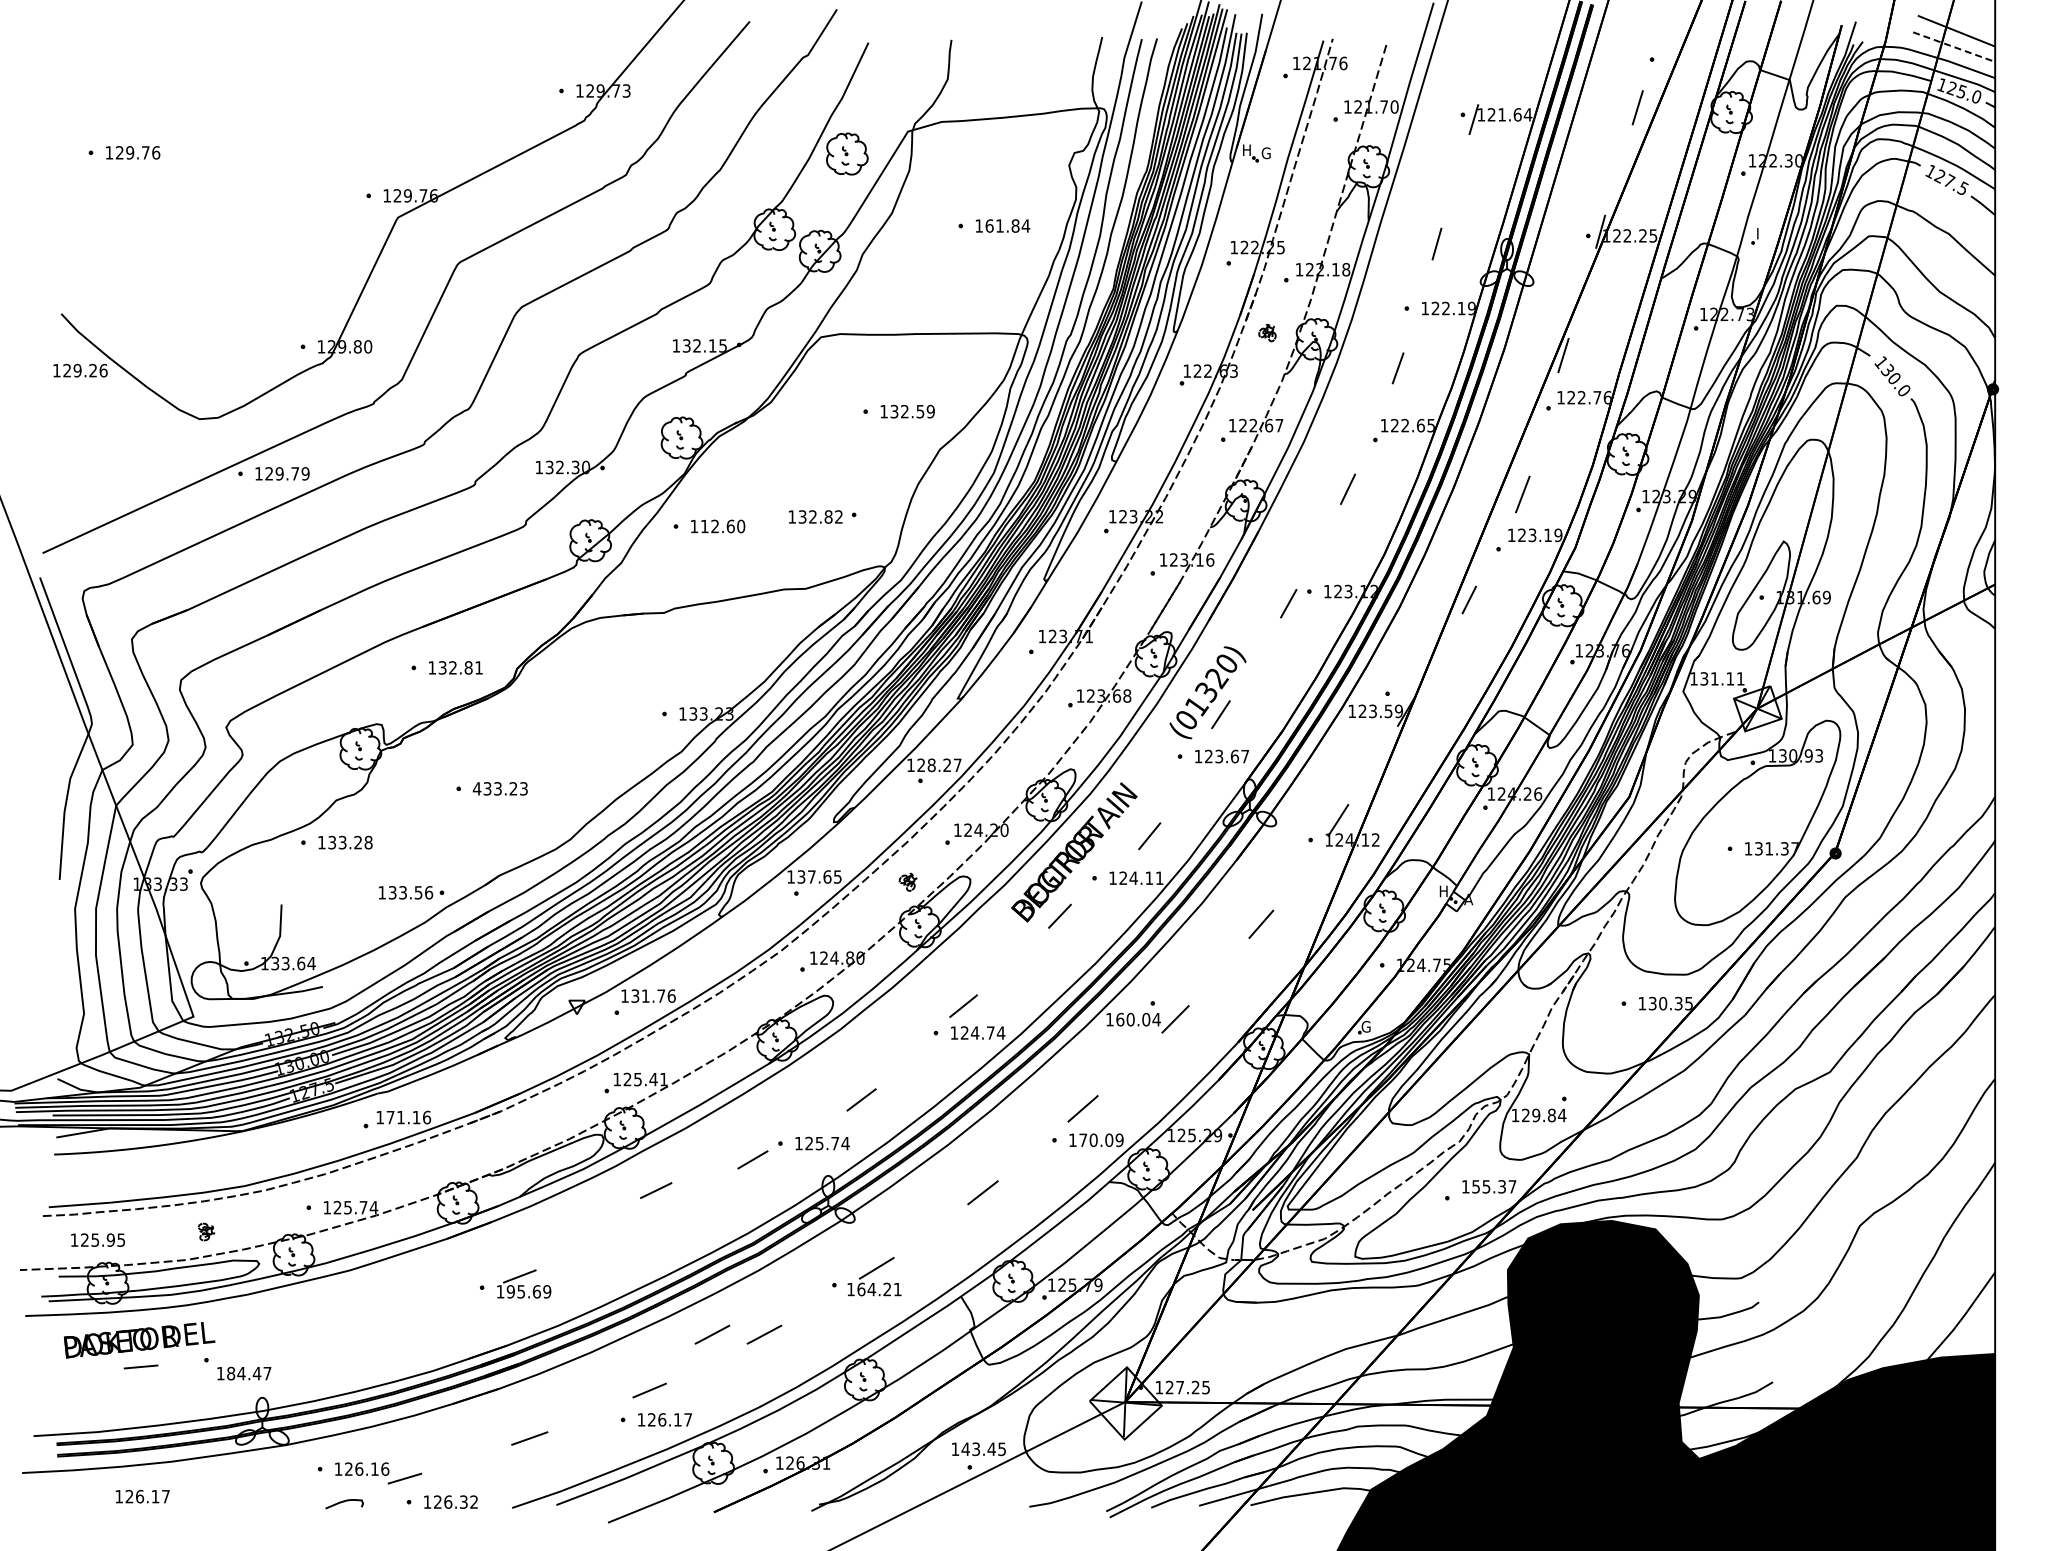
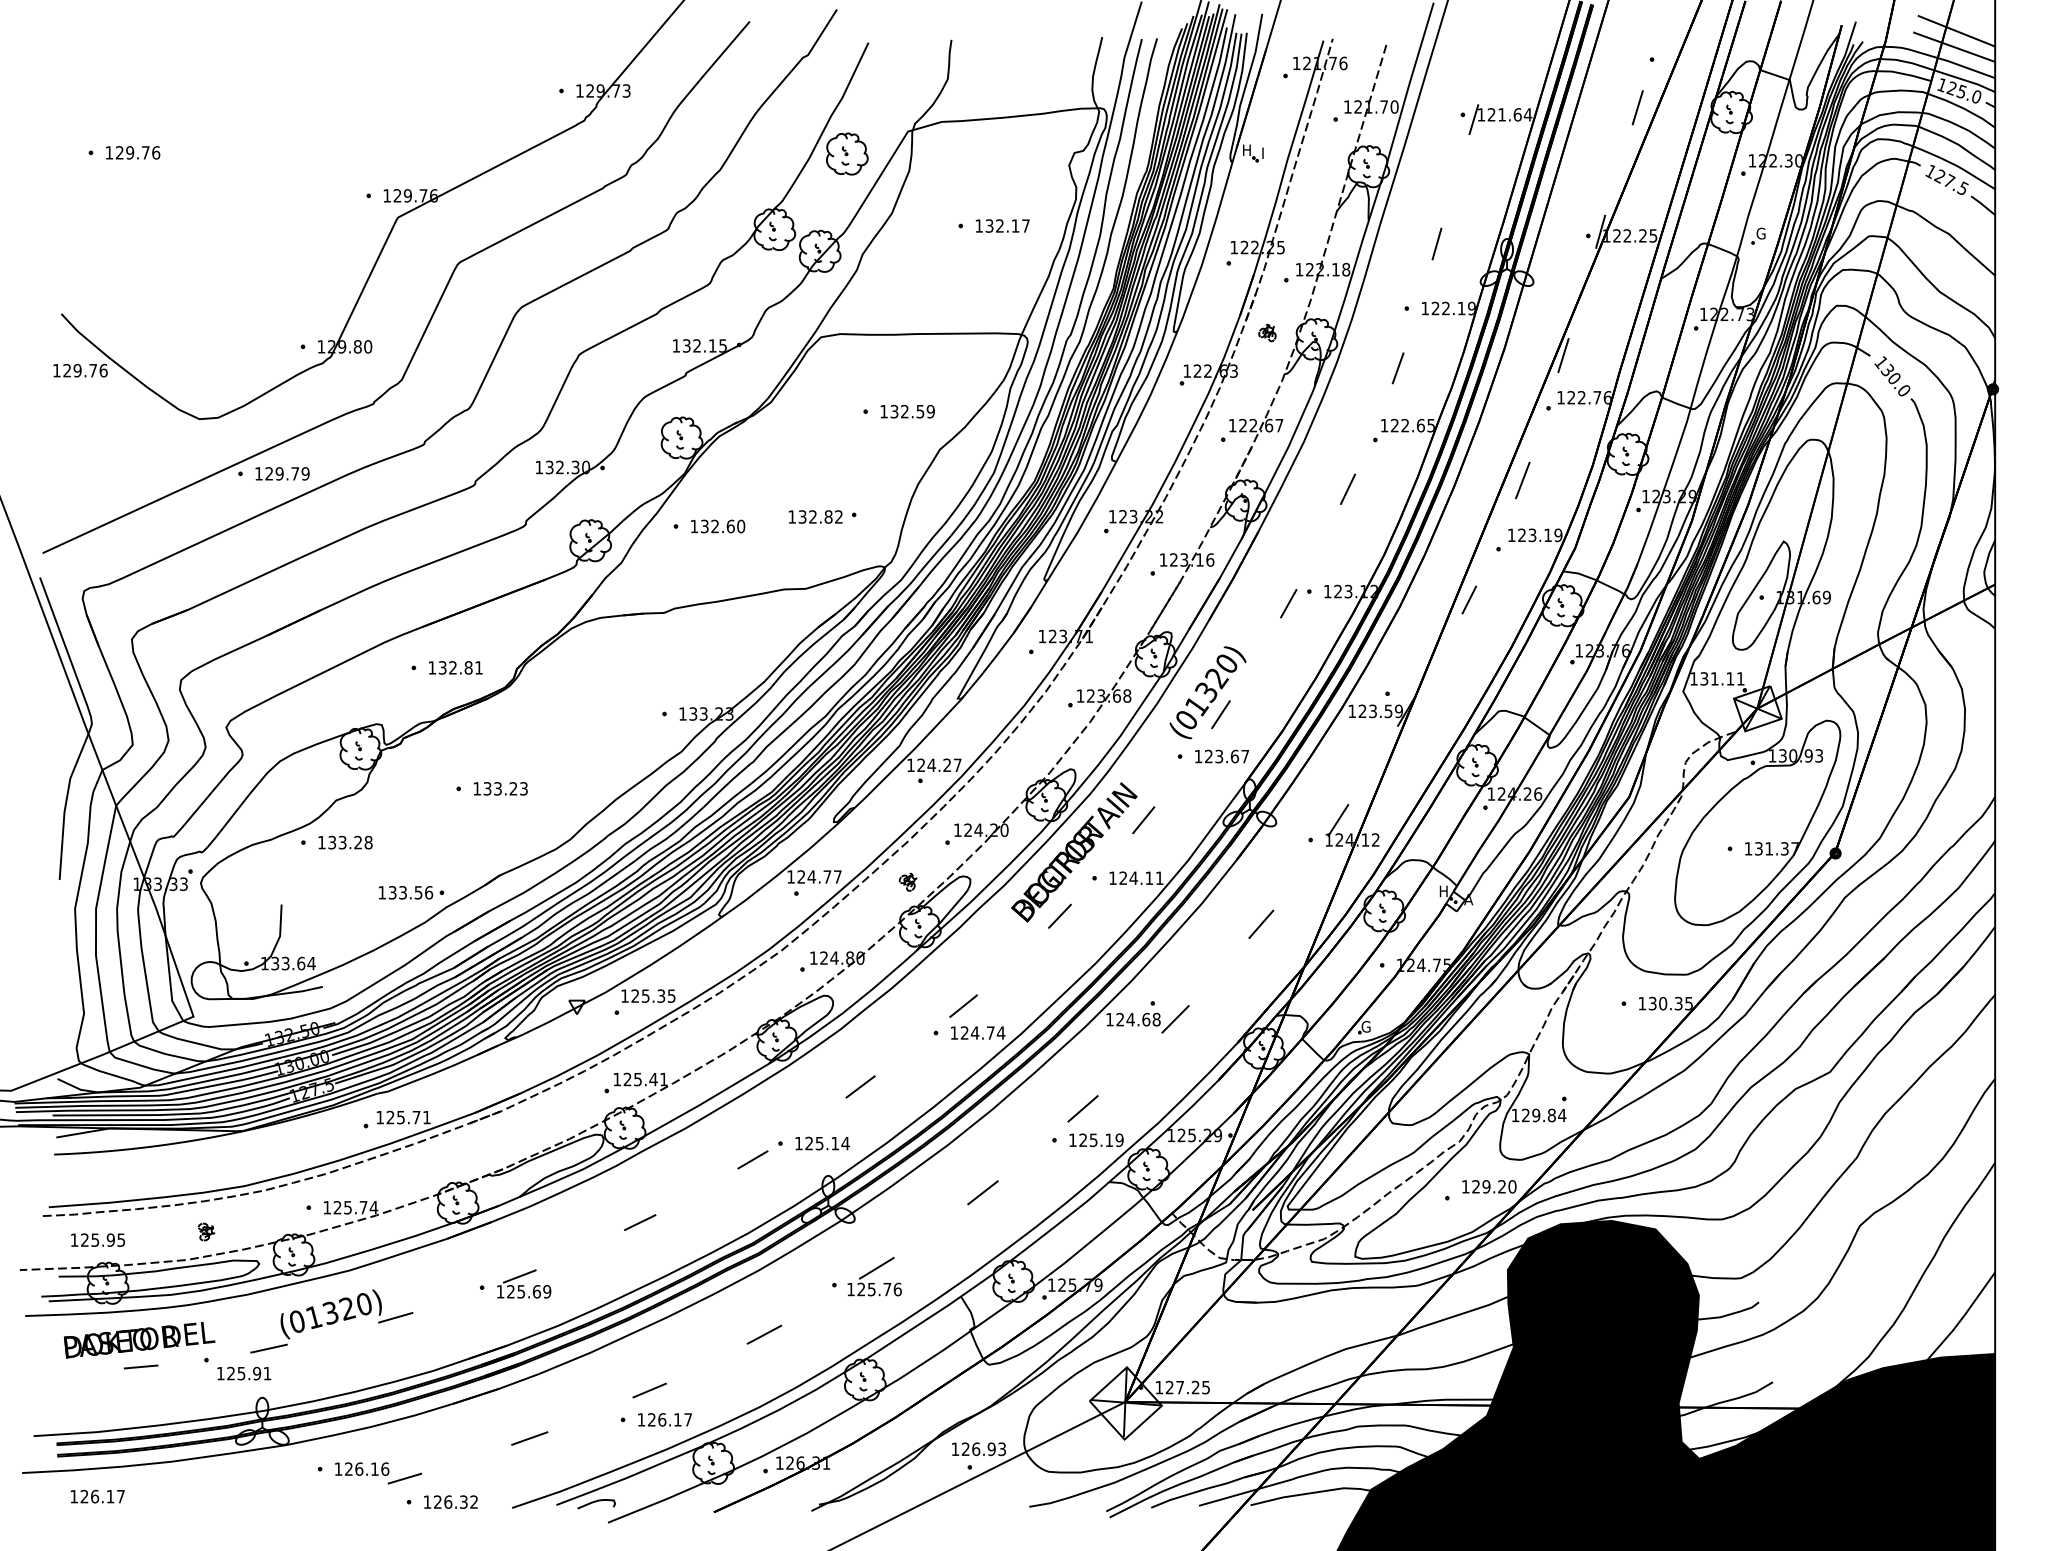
line at (1954, 47): dashed -> solid
text at (1265, 153): G -> I
text at (1007, 225): 161.84 -> 132.17
text at (1760, 233): I -> G
text at (92, 370): 129.26 -> 129.76
line at (1522, 494) position: (1522, 494) -> (1522, 480)
text at (704, 526): 112.60 -> 132.60
text at (931, 765): 128.27 -> 124.27
text at (476, 788): 433.23 -> 133.23
line at (1149, 836) position: (1149, 836) -> (1143, 820)
text at (819, 876): 137.65 -> 124.77
text at (653, 995): 131.76 -> 125.35
text at (1138, 1019): 160.04 -> 124.68
line at (861, 1099) position: (861, 1099) -> (860, 1086)
text at (408, 1117): 171.16 -> 125.71
text at (1096, 1140): 170.09 -> 125.19
text at (834, 1143): 125.74 -> 125.14
text at (1494, 1186): 155.37 -> 129.20
line at (656, 1190) position: (656, 1190) -> (640, 1222)
text at (879, 1289): 164.21 -> 125.76
text at (510, 1291): 195.69 -> 125.69
part at (331, 1321): none -> present
line at (712, 1334): present -> none
text at (249, 1373): 184.47 -> 125.91
text at (983, 1449): 143.45 -> 126.93
text at (142, 1496) position: (142, 1496) -> (97, 1496)
curve at (344, 1502) position: (344, 1502) -> (596, 1502)
